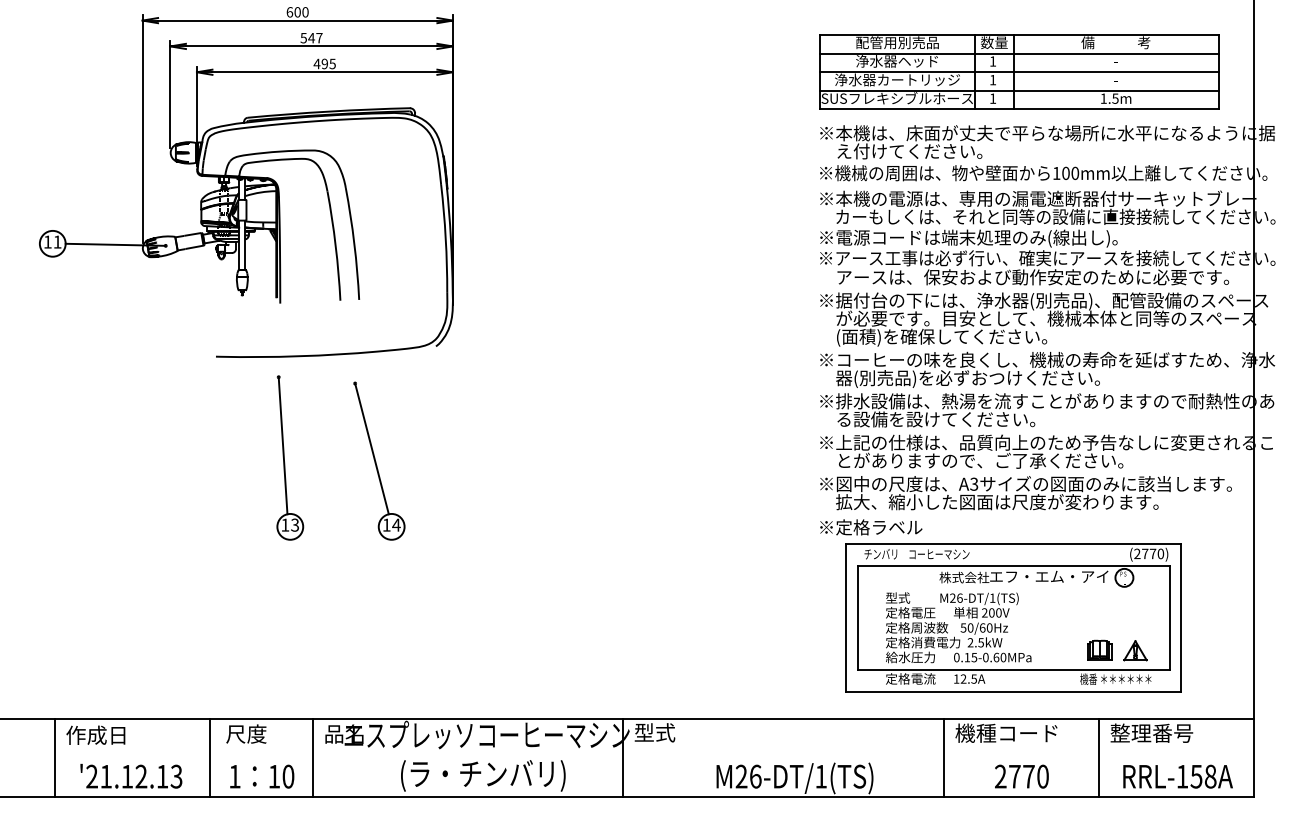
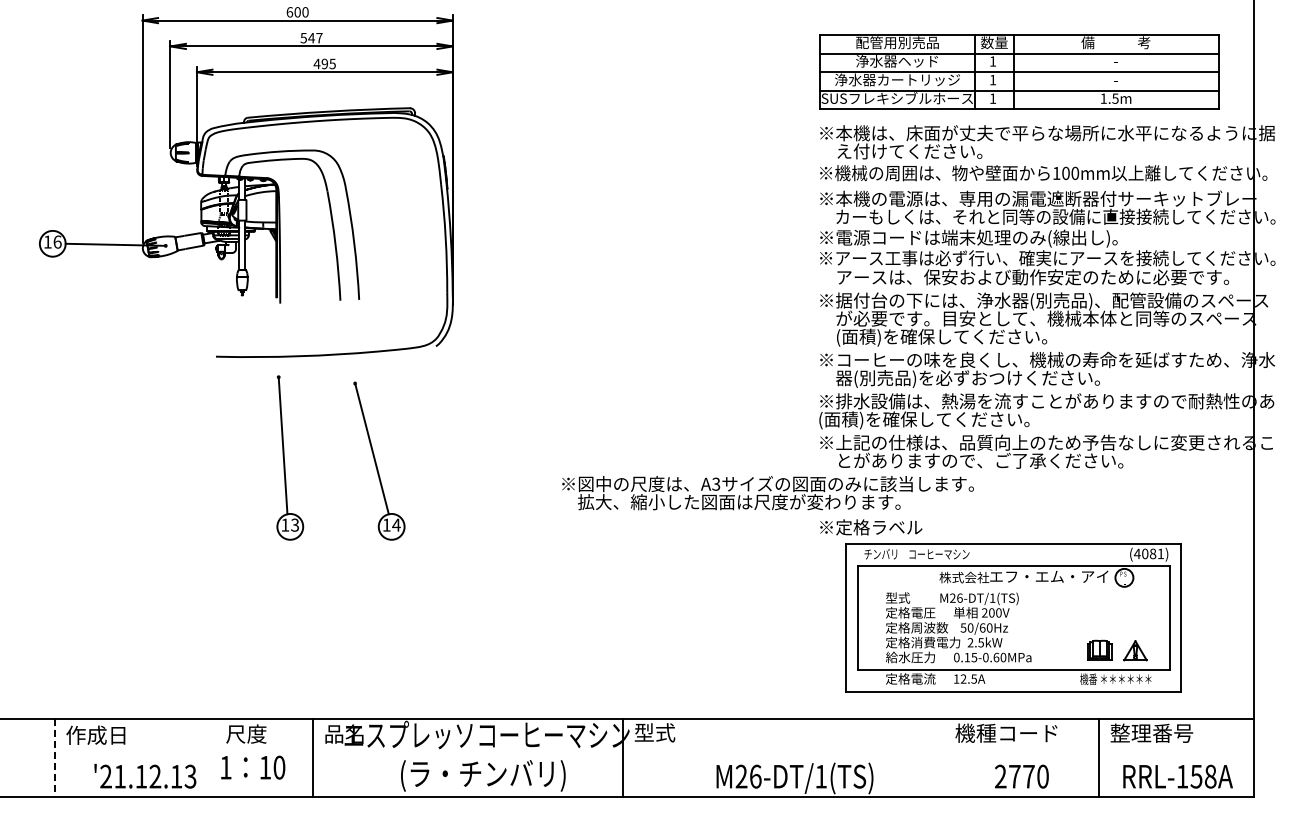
text at (57, 241): 11 -> 16
text at (927, 420): る設備を設けてください。 -> (面積)を確保してください。
text at (1025, 493) position: (1025, 493) -> (767, 493)
text at (1148, 553): (2770) -> (4081)
line at (55, 757): solid -> dashed
line at (210, 757): present -> none
line at (943, 757): present -> none
text at (131, 775) position: (131, 775) -> (145, 775)
text at (262, 776) position: (262, 776) -> (253, 767)
